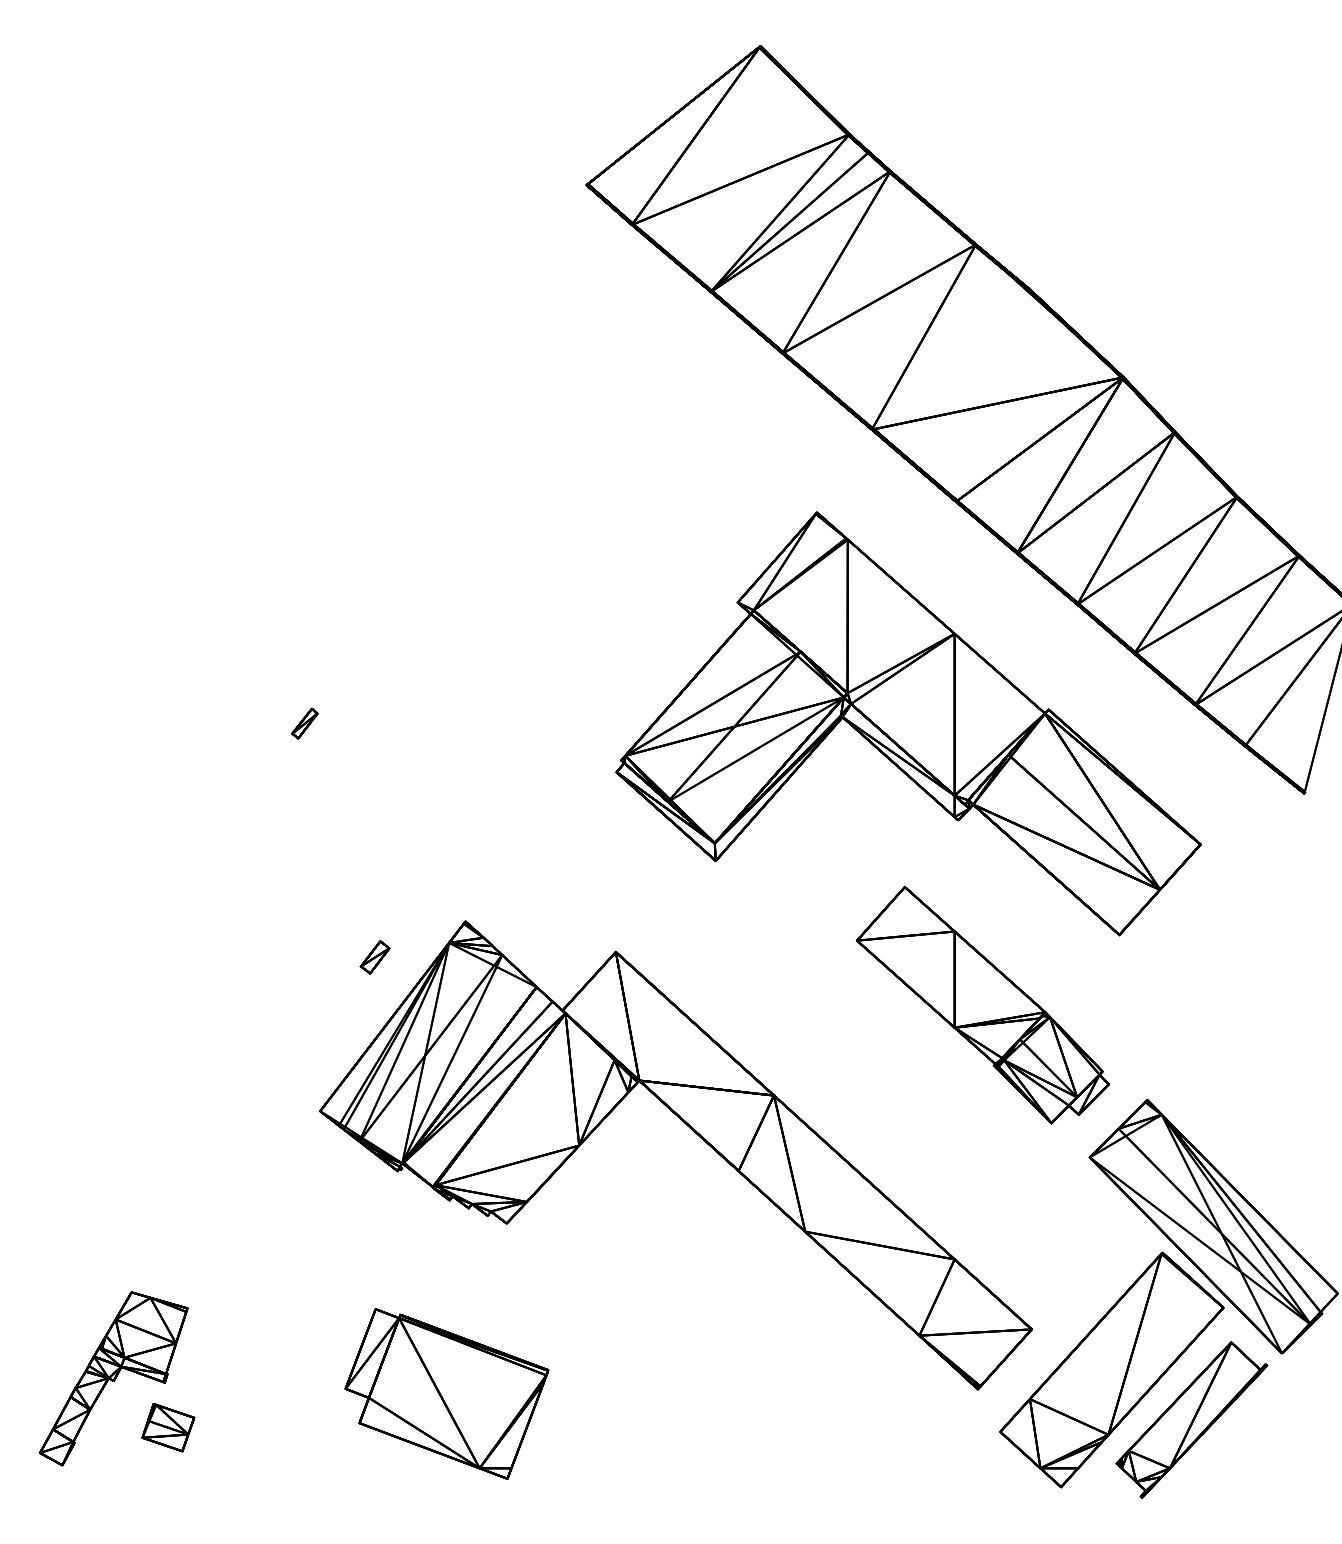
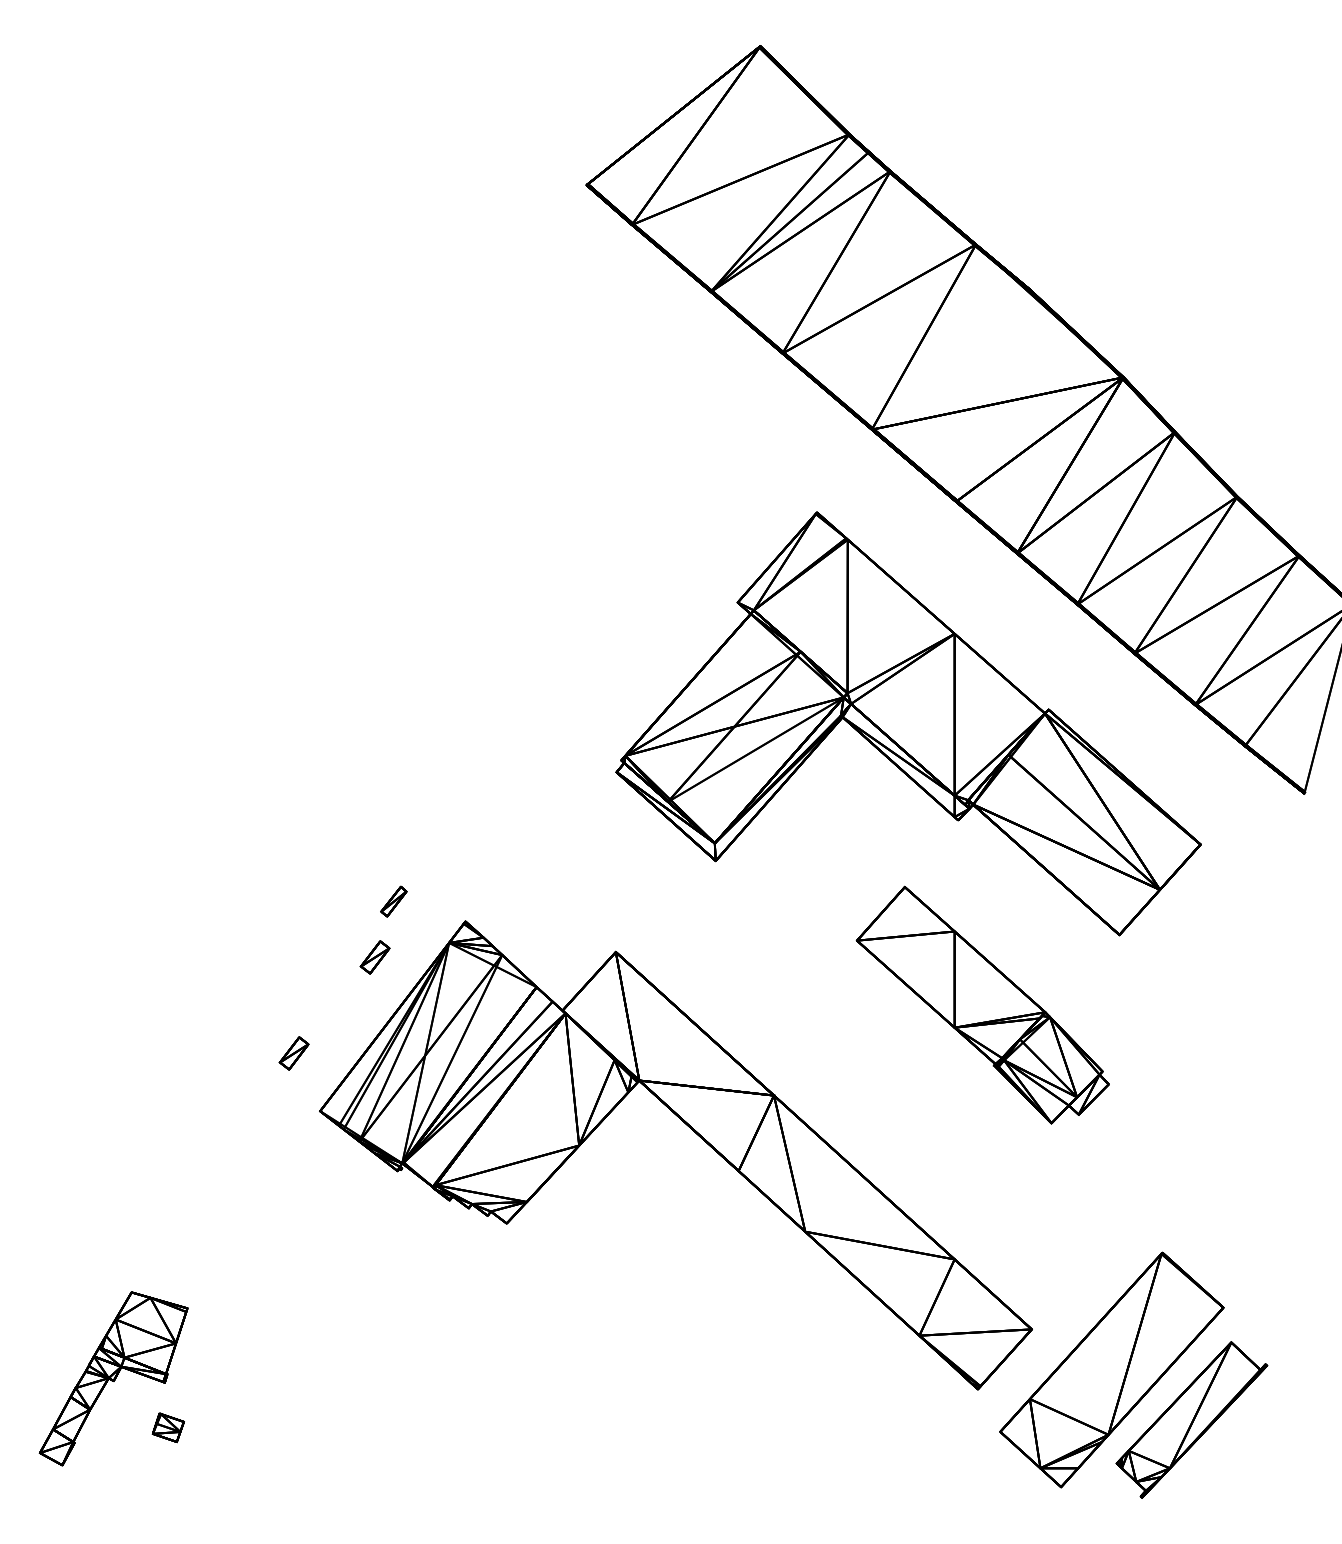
part at (304, 723) position: (304, 723) -> (393, 901)
part at (293, 1053): none -> present
part at (1213, 1226): present -> none
part at (446, 1393): present -> none
part at (168, 1427) size: 55x50 px -> 34x32 px
